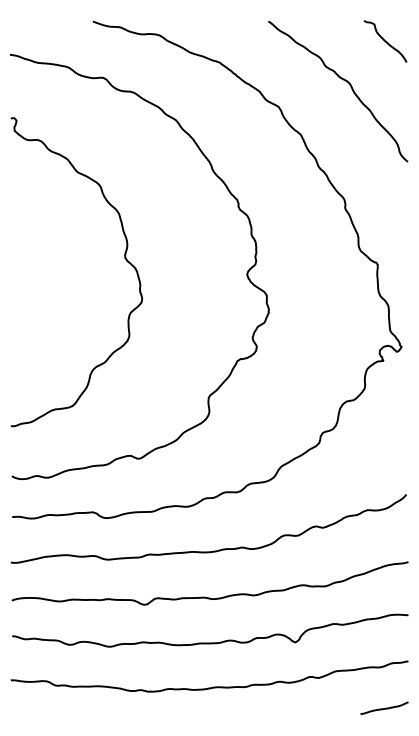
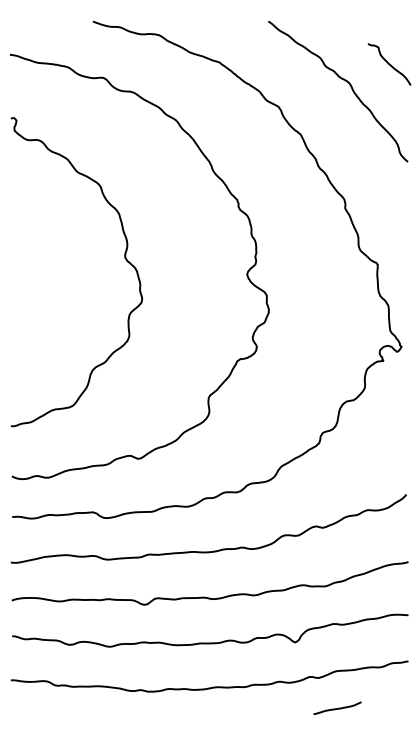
curve at (385, 41) position: (385, 41) -> (389, 64)
curve at (385, 707) position: (385, 707) -> (338, 707)
